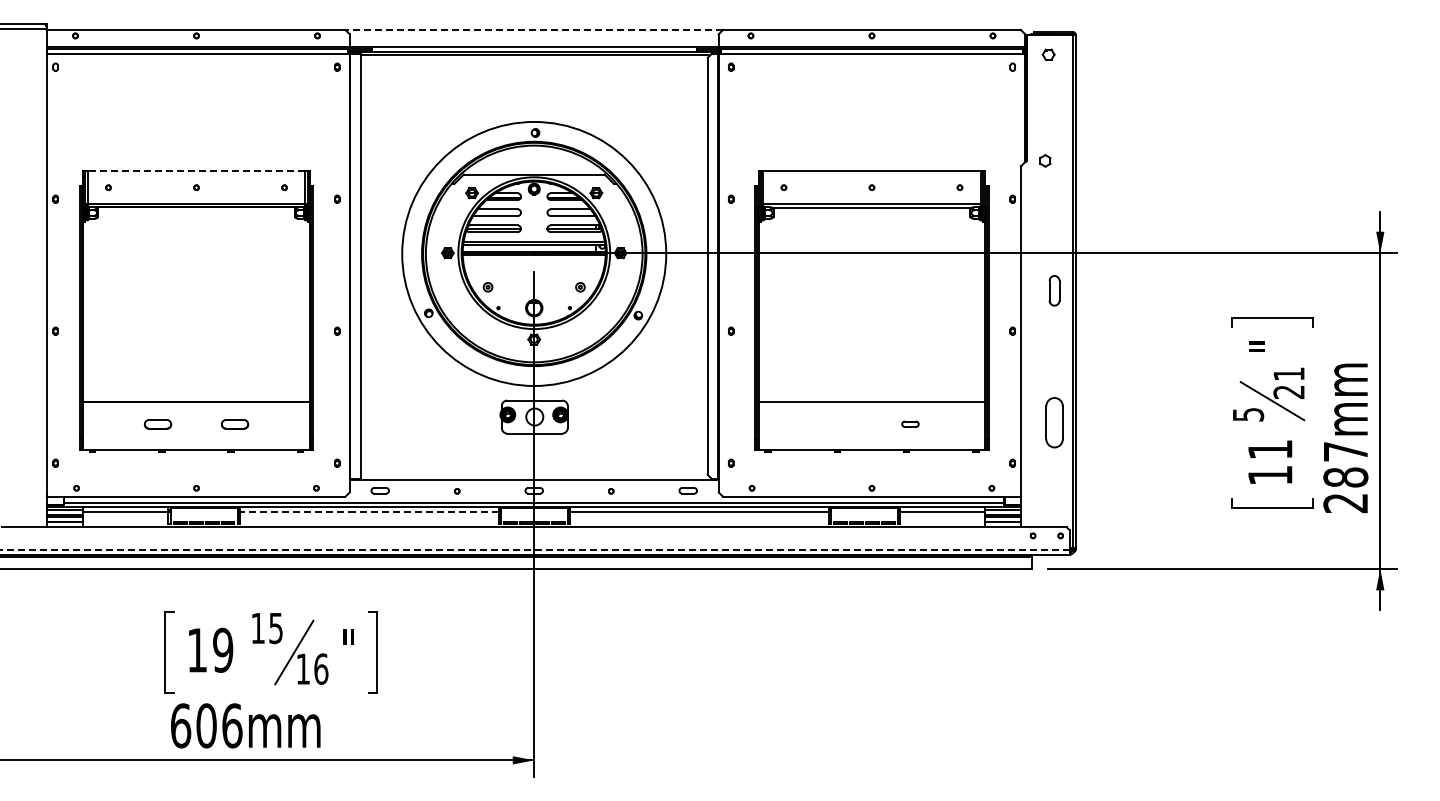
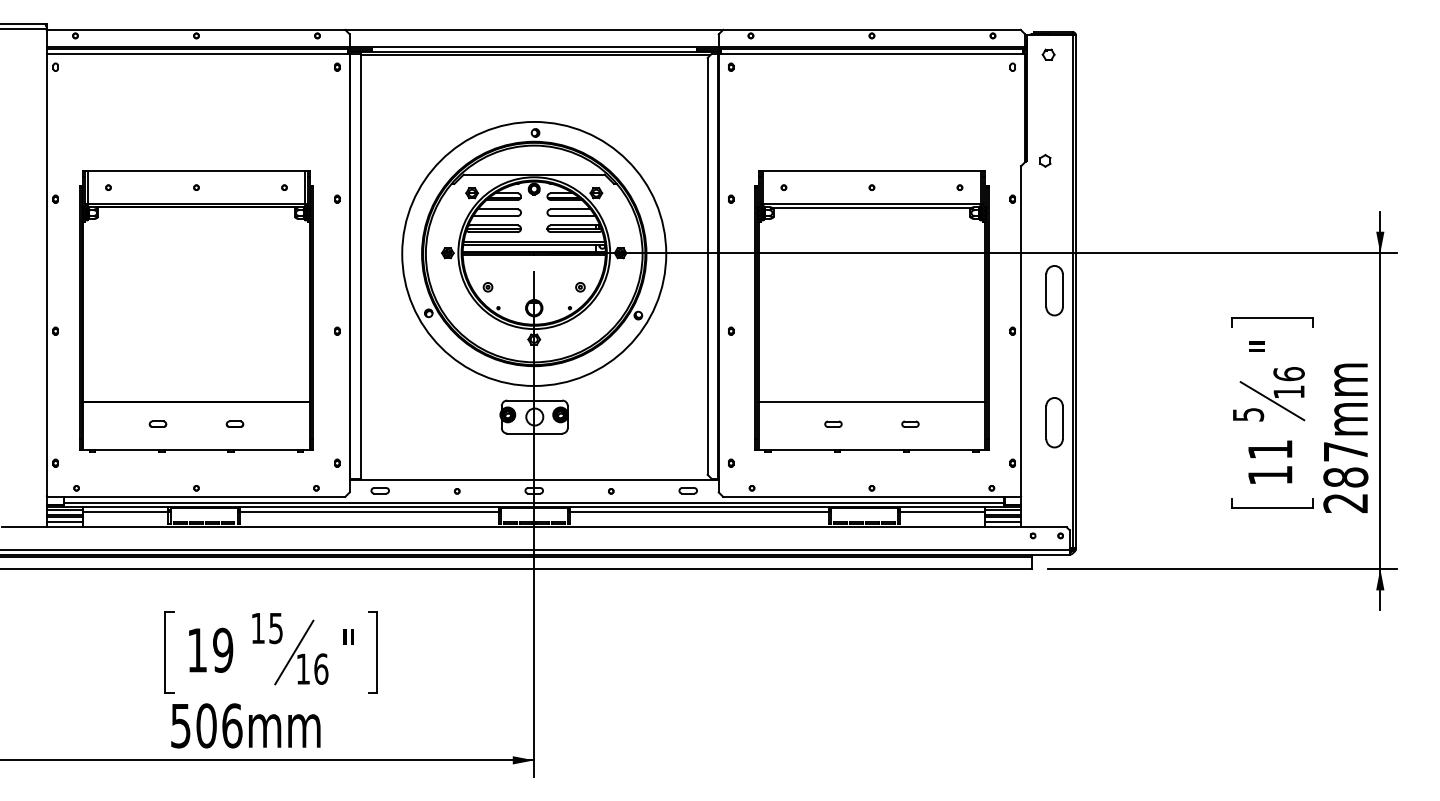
line at (534, 29): dashed -> solid
line at (196, 171): dashed -> solid
part at (1054, 290) size: 13x32 px -> 19x52 px
text at (1288, 382): 21 -> 16
part at (833, 423): none -> present
part at (158, 424) size: 29x11 px -> 20x8 px
part at (235, 424) size: 29x11 px -> 20x8 px
line at (368, 511): dashed -> solid
line at (535, 550): dashed -> solid
text at (181, 725): 606mm -> 506mm
